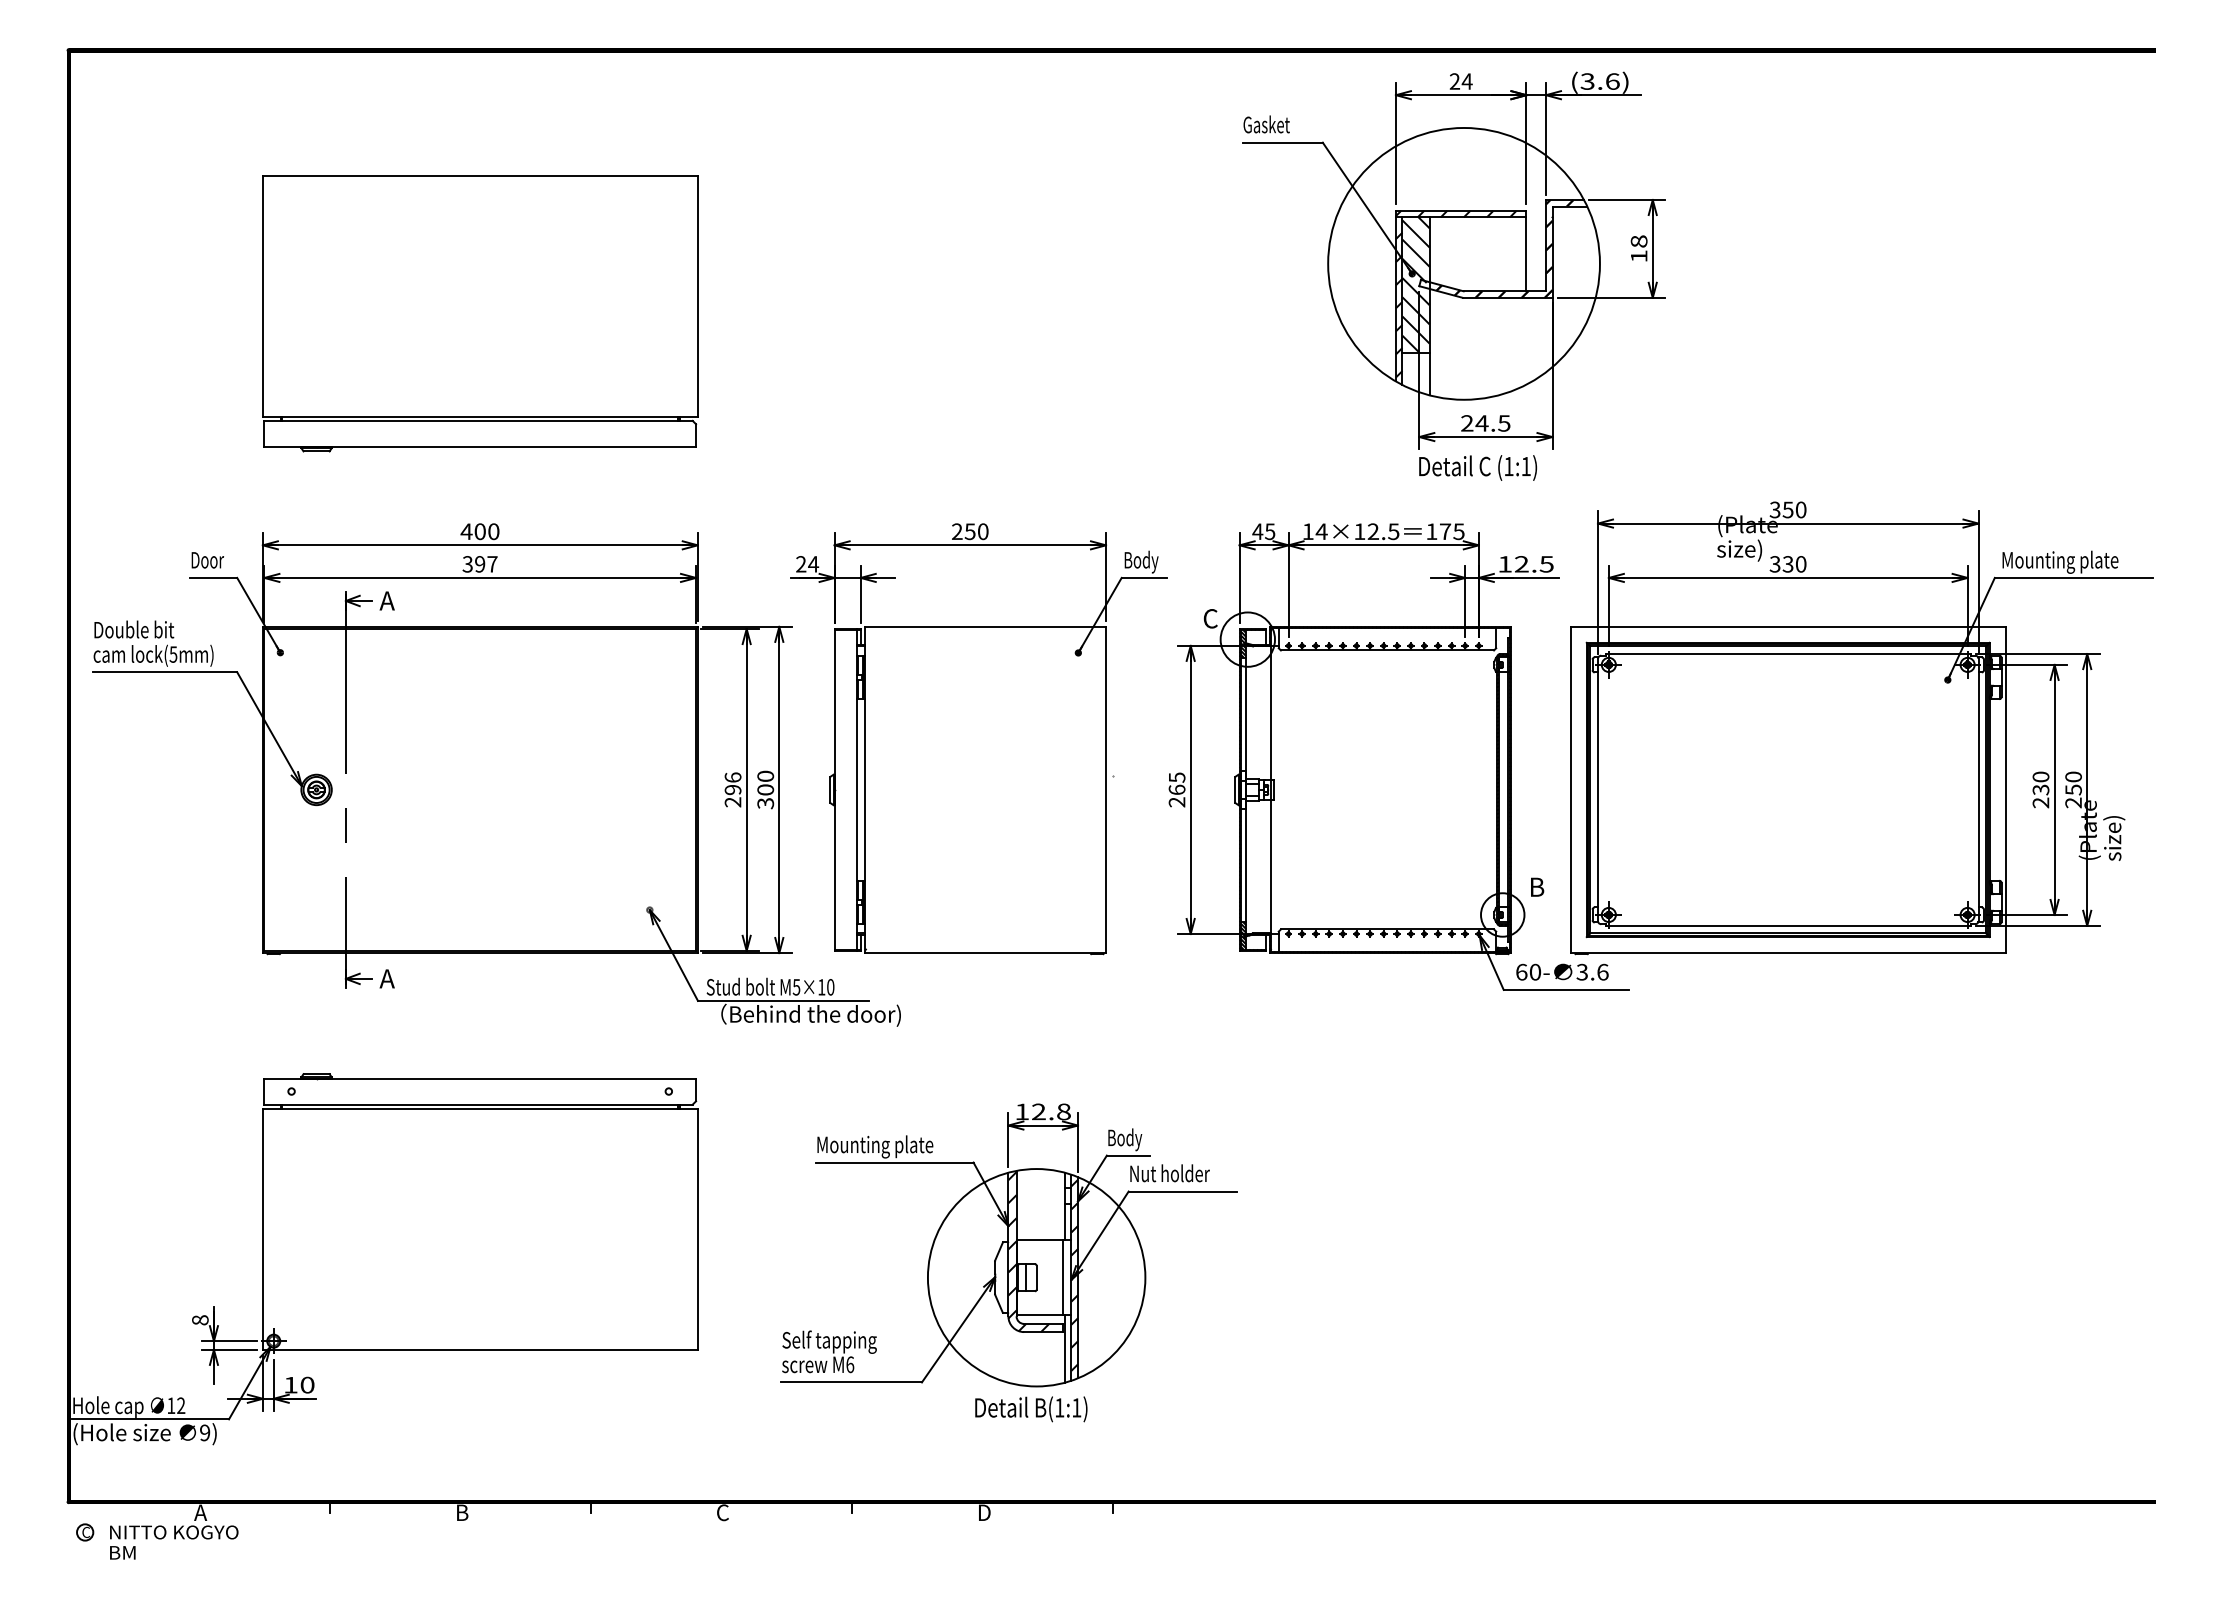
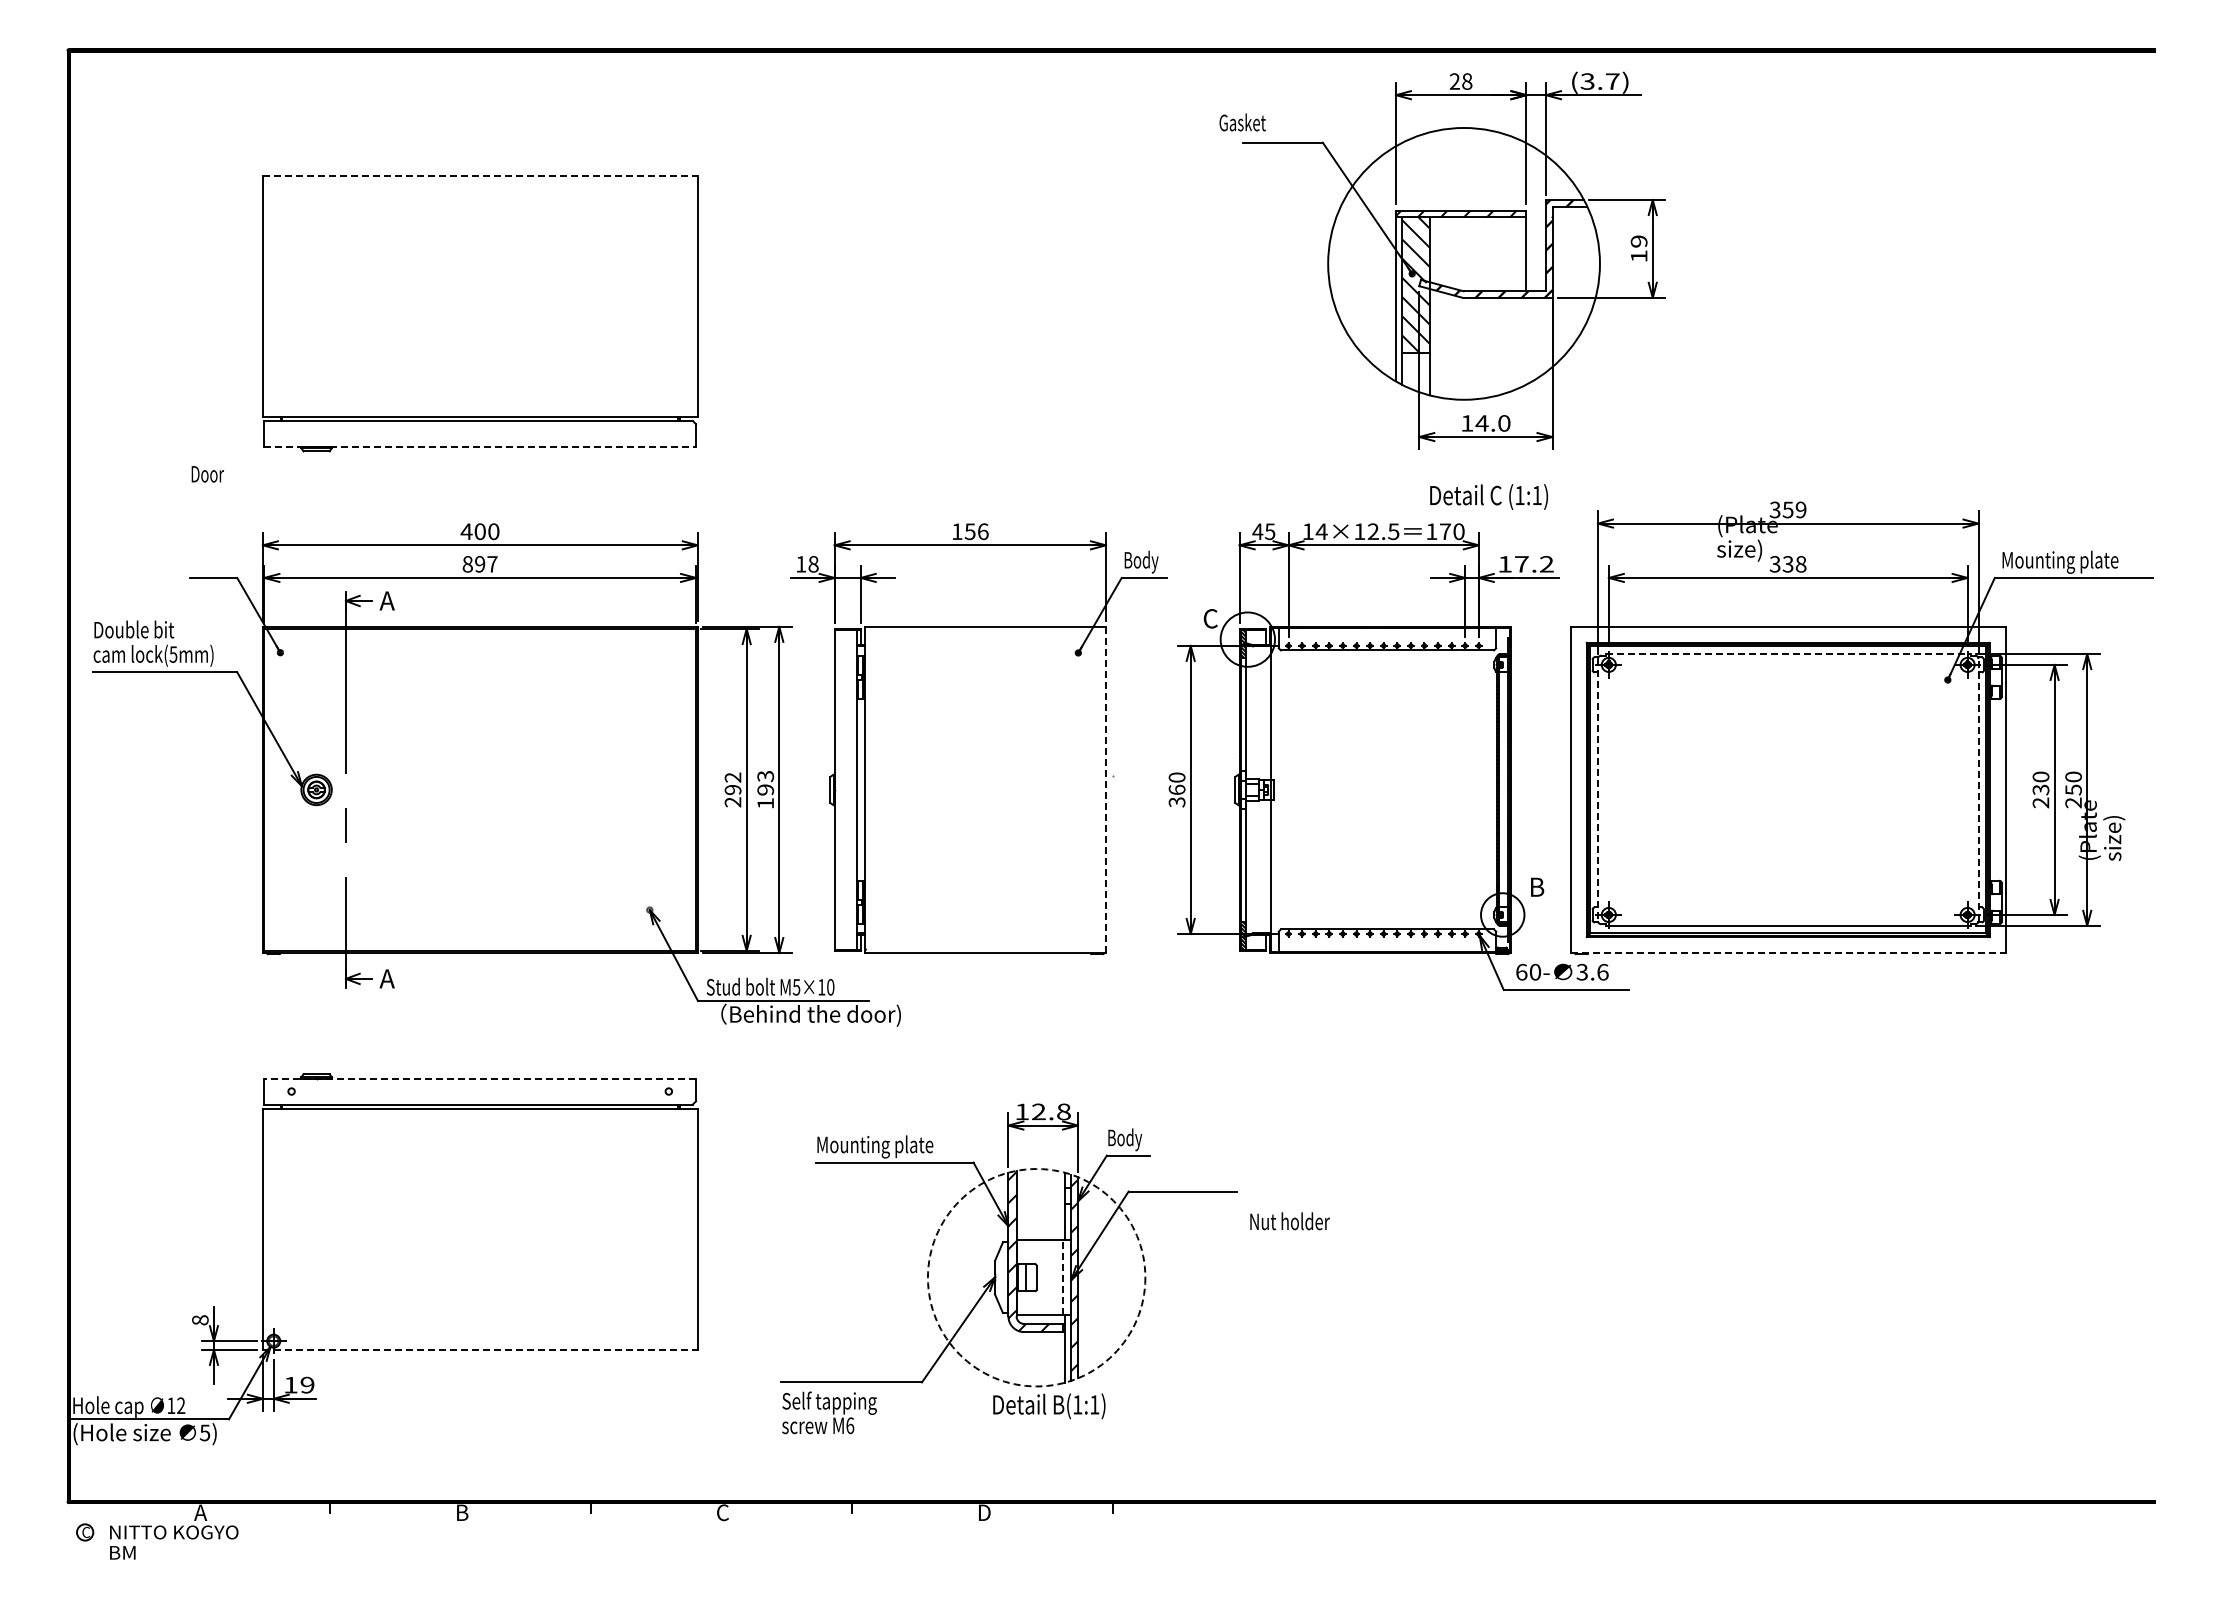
text at (1466, 81): 24 -> 28
text at (1612, 81): (3.6) -> (3.7)
text at (1266, 124) position: (1266, 124) -> (1242, 122)
line at (480, 175): solid -> dashed
text at (1638, 241): 18 -> 19
hatch at (1398, 304): present -> none
text at (1485, 423): 24.5 -> 14.0
line at (480, 447): solid -> dashed
text at (1478, 467) position: (1478, 467) -> (1489, 496)
text at (1800, 509): 350 -> 359
text at (970, 531): 250 -> 156
text at (1458, 531): 175 -> 170
text at (207, 560) position: (207, 560) -> (207, 474)
text at (467, 564): 397 -> 897
text at (807, 564): 24 -> 18
text at (1534, 564): 12.5 -> 17.2
text at (1800, 564): 330 -> 338
line at (1788, 654): solid -> dashed
text at (732, 777): 296 -> 292
text at (765, 789): 300 -> 193
text at (1176, 789): 265 -> 360
line at (1978, 789): solid -> dashed
line at (1106, 790): solid -> dashed
line at (1597, 790): solid -> dashed
line at (1788, 953): solid -> dashed
line at (480, 1078): solid -> dashed
text at (1169, 1173) position: (1169, 1173) -> (1289, 1221)
circle at (1036, 1277): solid -> dashed
line at (1062, 1277): solid -> dashed
line at (480, 1349): solid -> dashed
text at (829, 1351) position: (829, 1351) -> (829, 1412)
text at (307, 1385): 10 -> 19
text at (1031, 1409) position: (1031, 1409) -> (1049, 1406)
text at (204, 1432): 9) -> 5)
